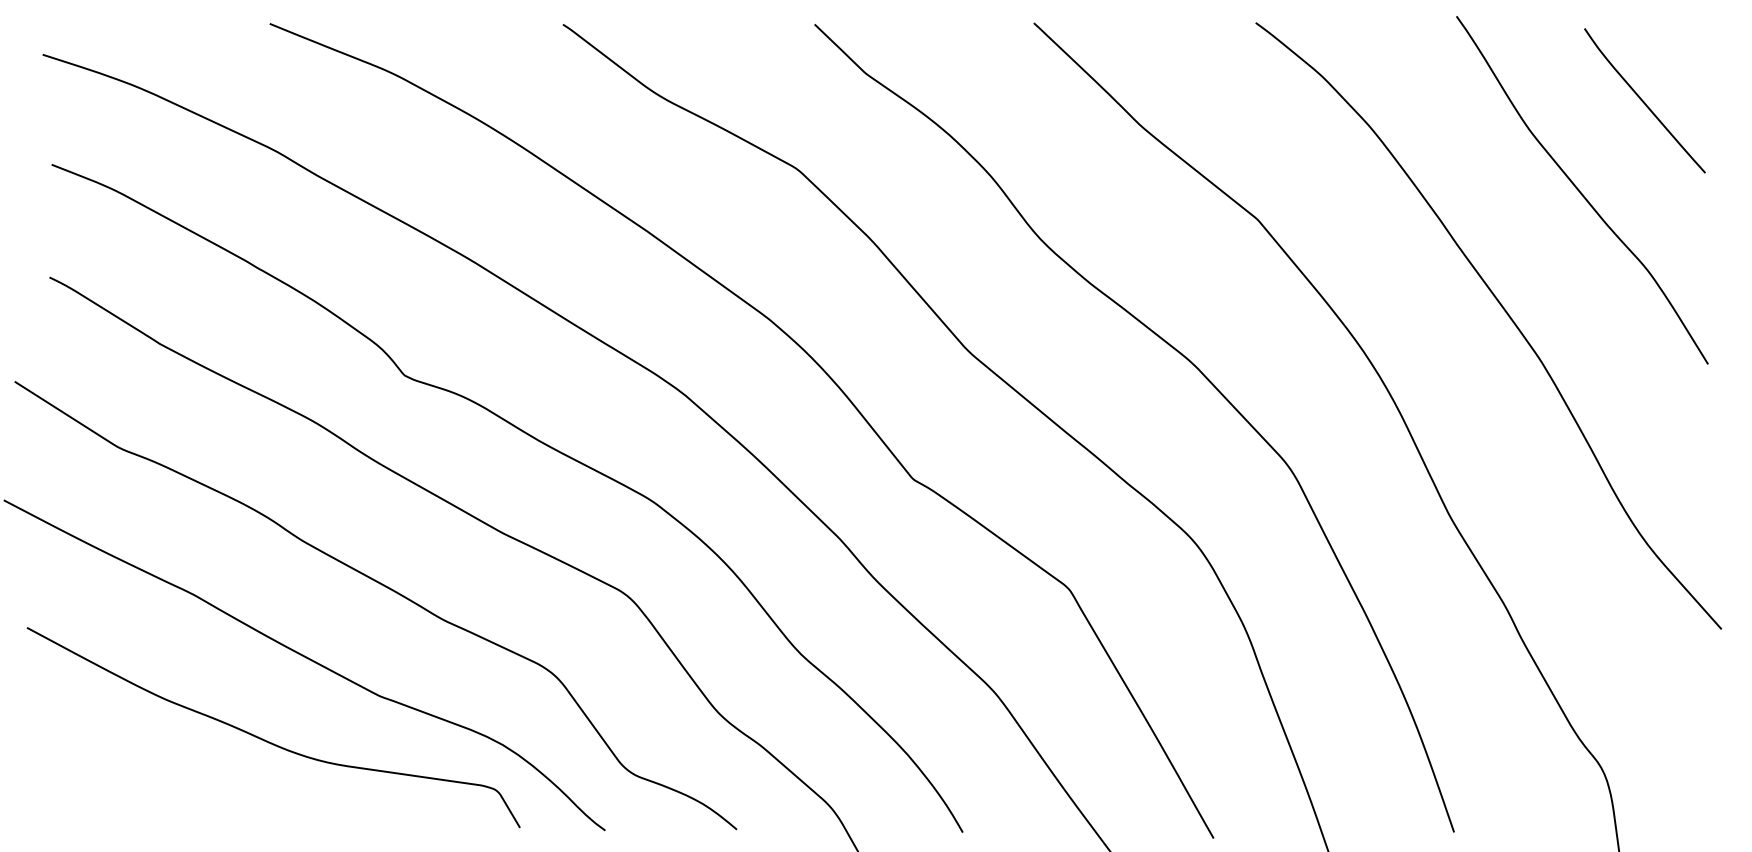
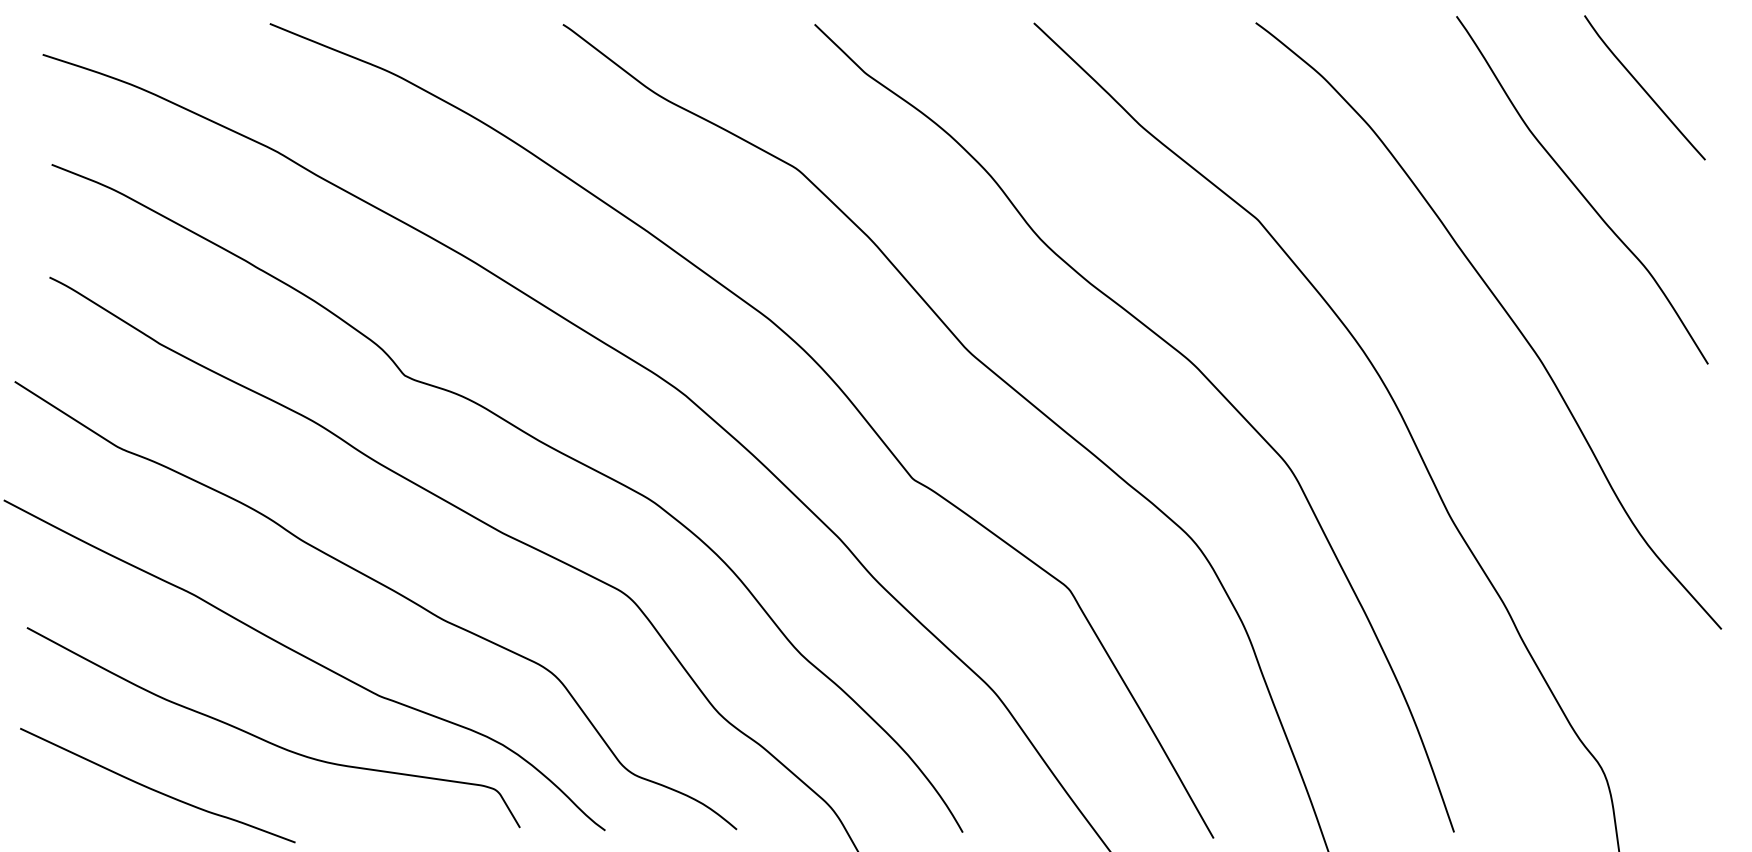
curve at (1643, 100) position: (1643, 100) -> (1643, 87)
curve at (155, 789): none -> present
